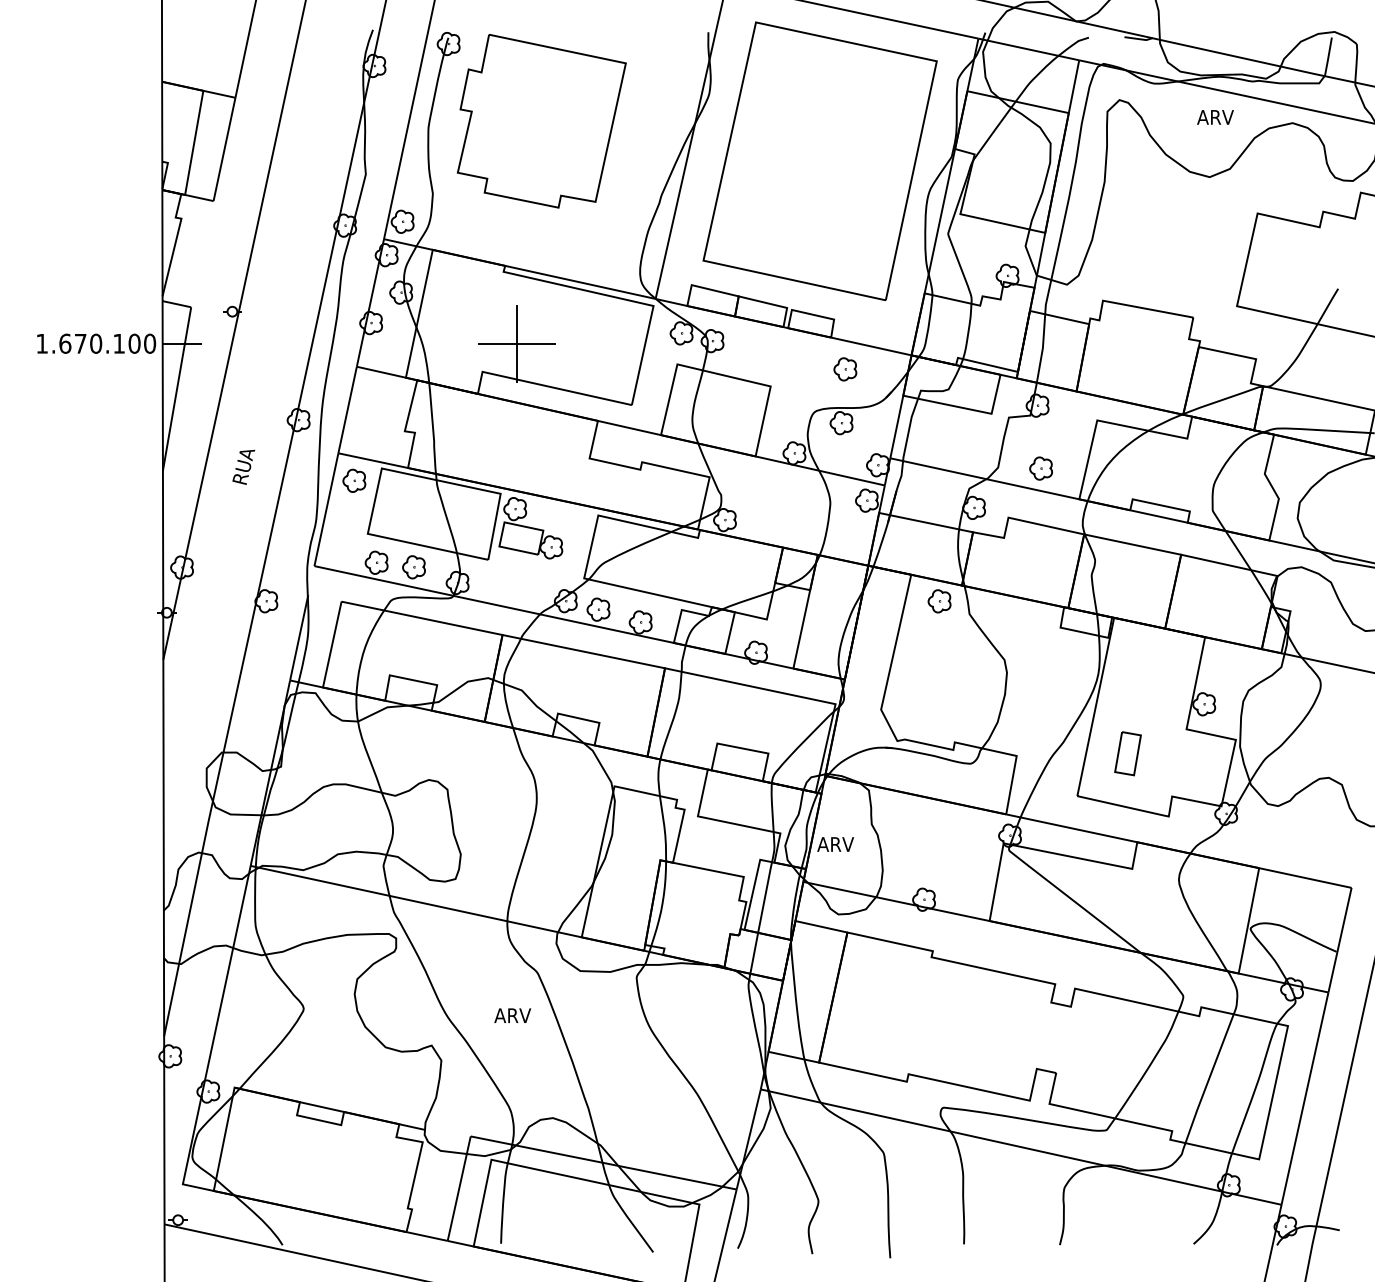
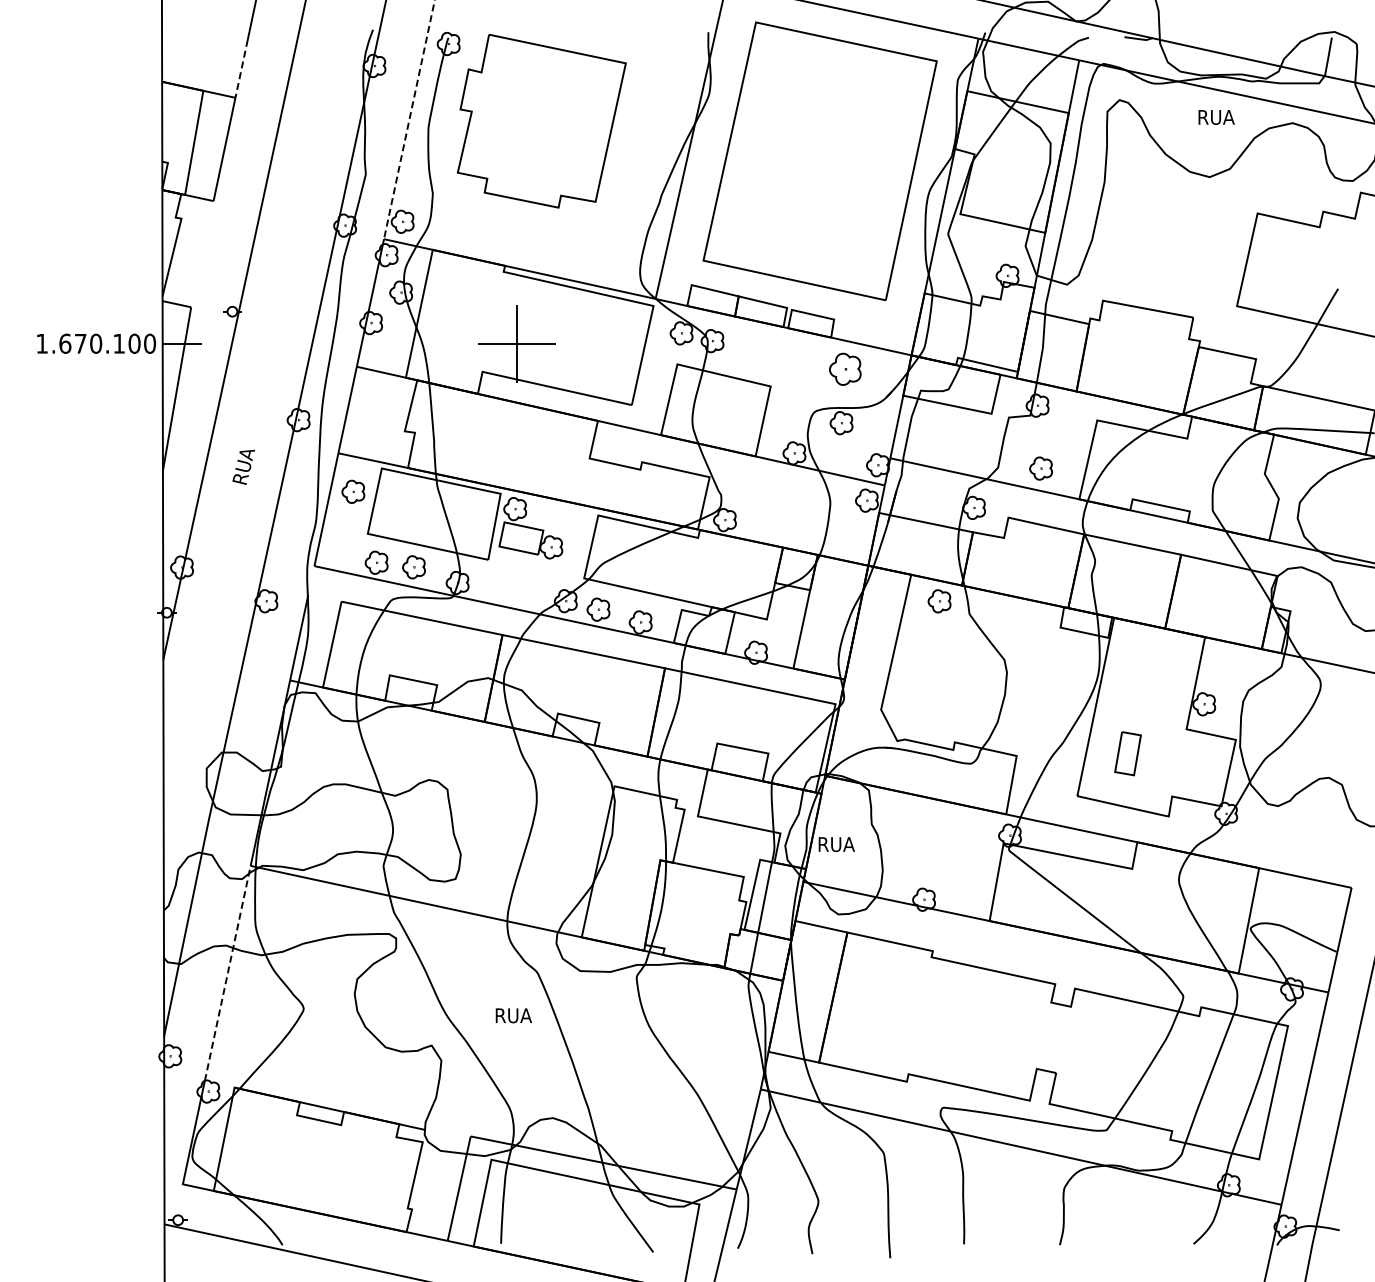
line at (241, 68): solid -> dashed
text at (1215, 117): ARV -> RUA
line at (409, 120): solid -> dashed
part at (845, 369) size: 25x25 px -> 33x34 px
part at (354, 480) position: (354, 480) -> (353, 491)
text at (835, 844): ARV -> RUA
line at (227, 972): solid -> dashed
text at (512, 1015): ARV -> RUA
